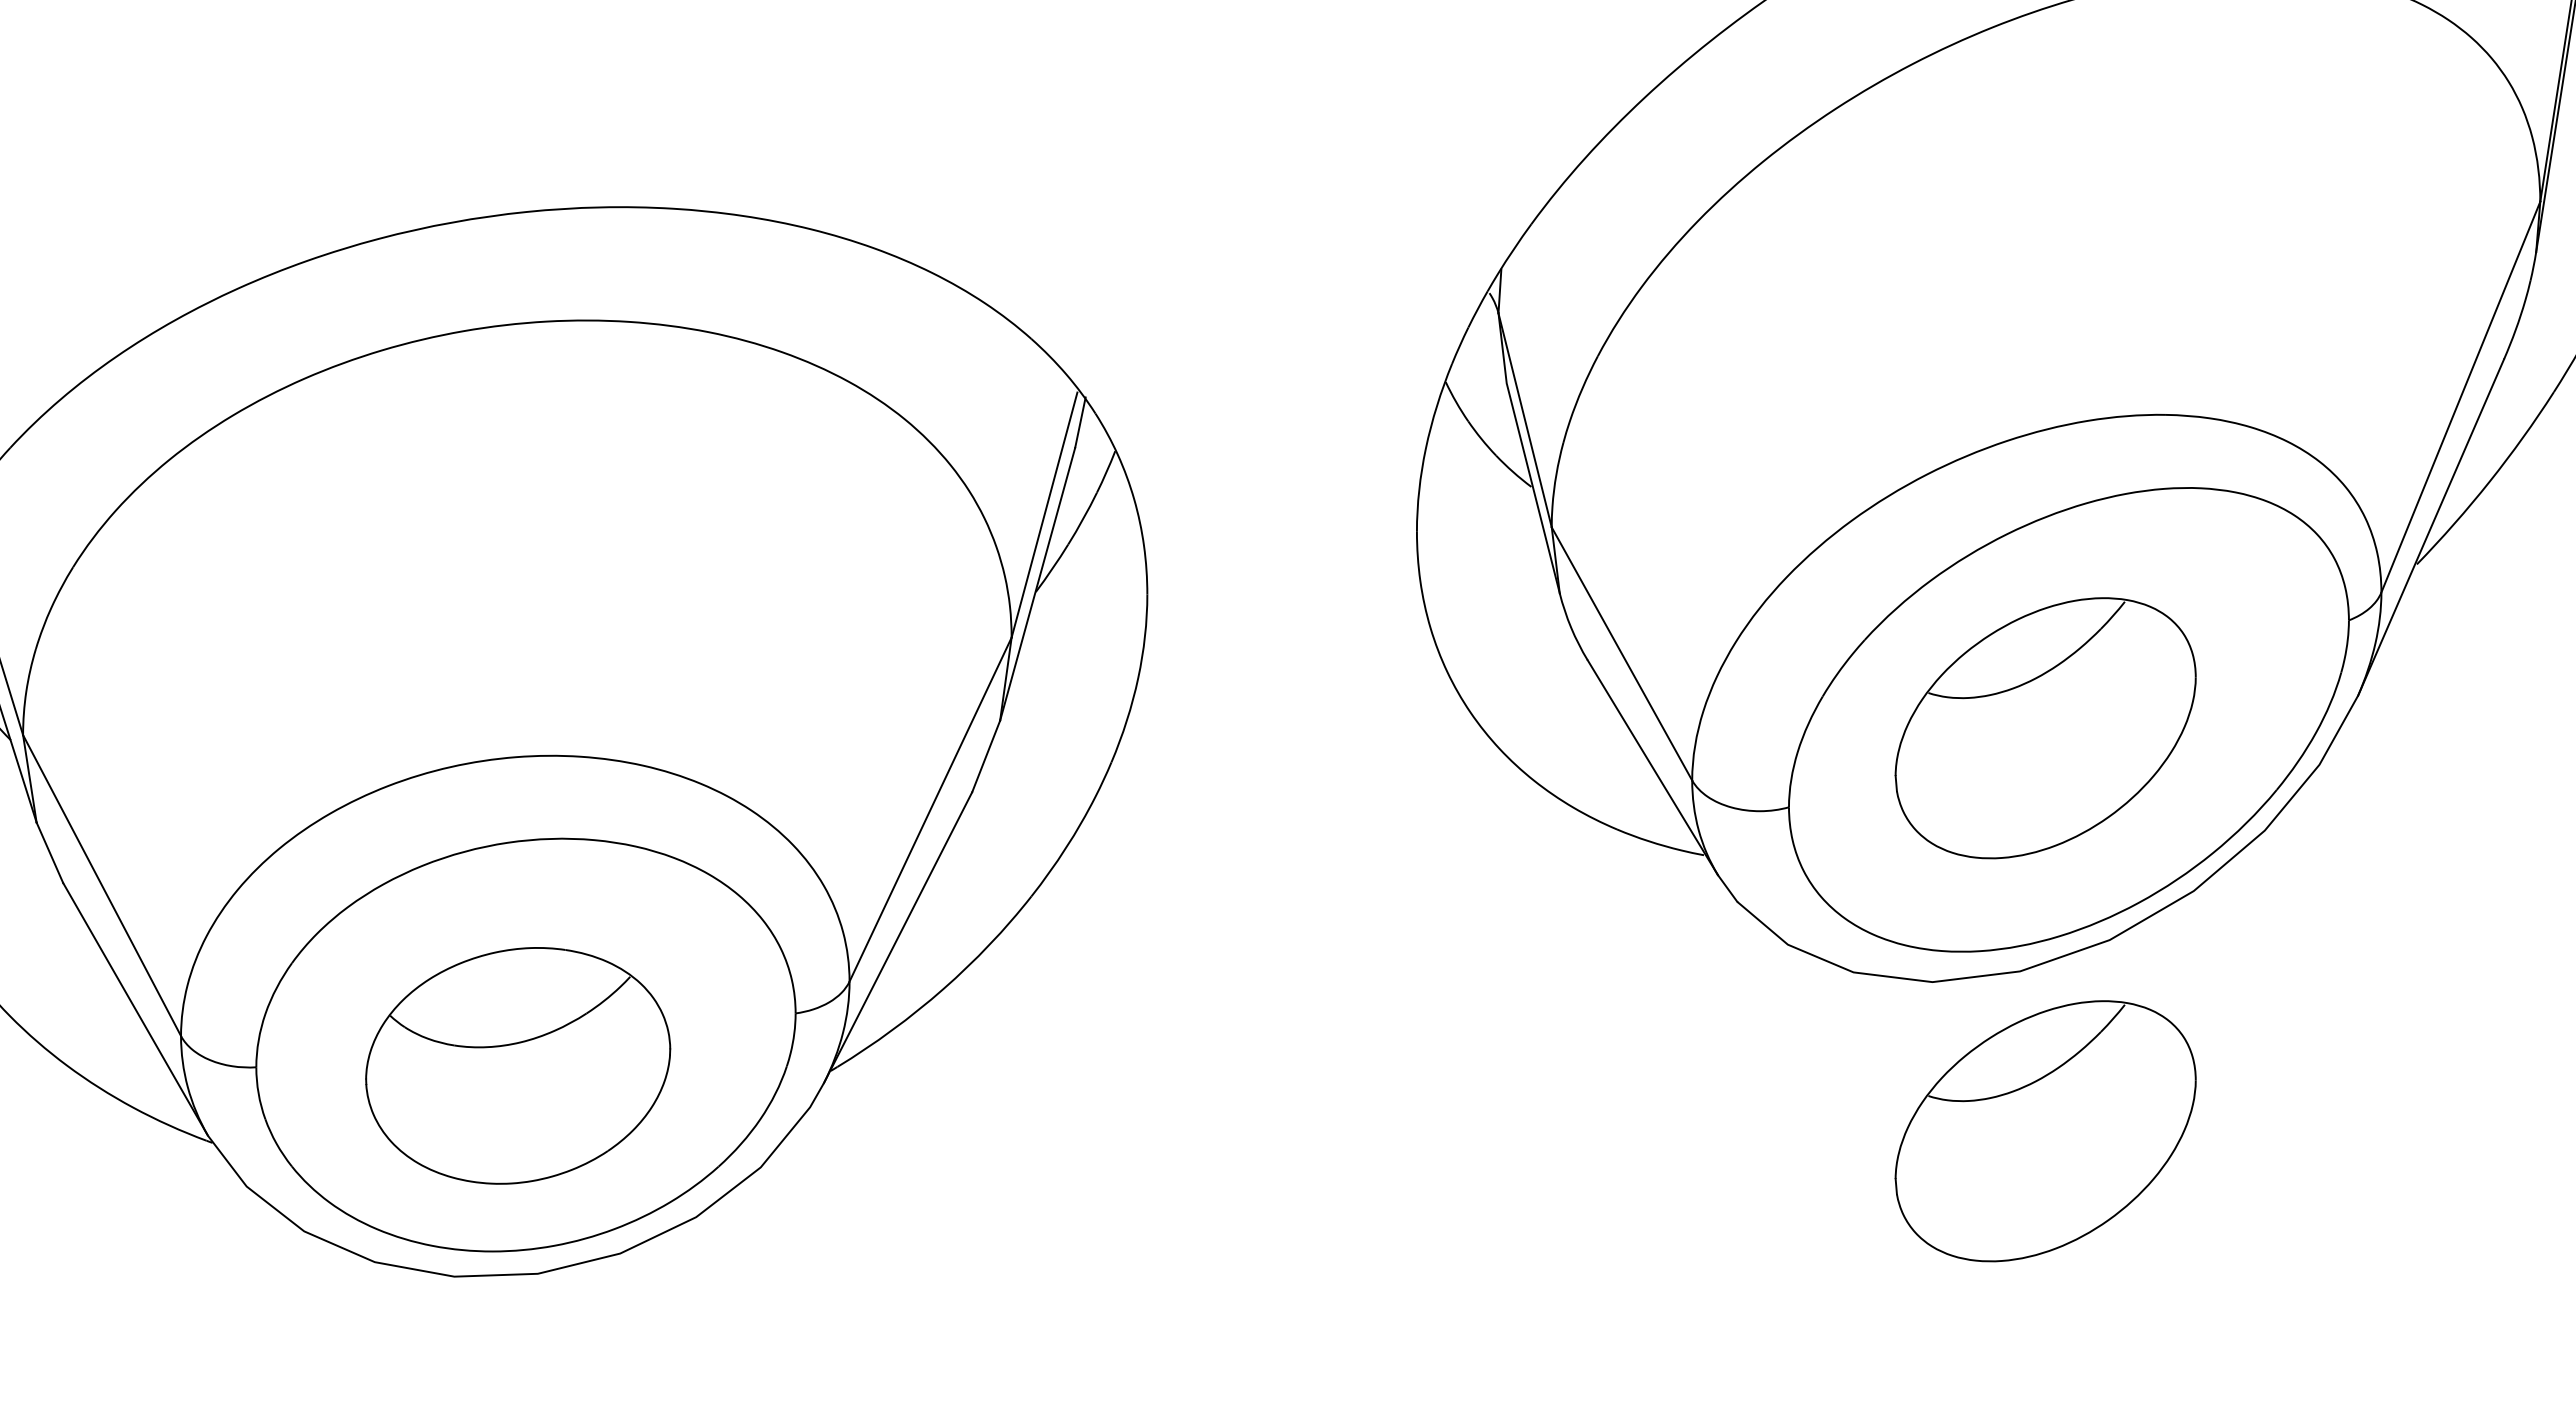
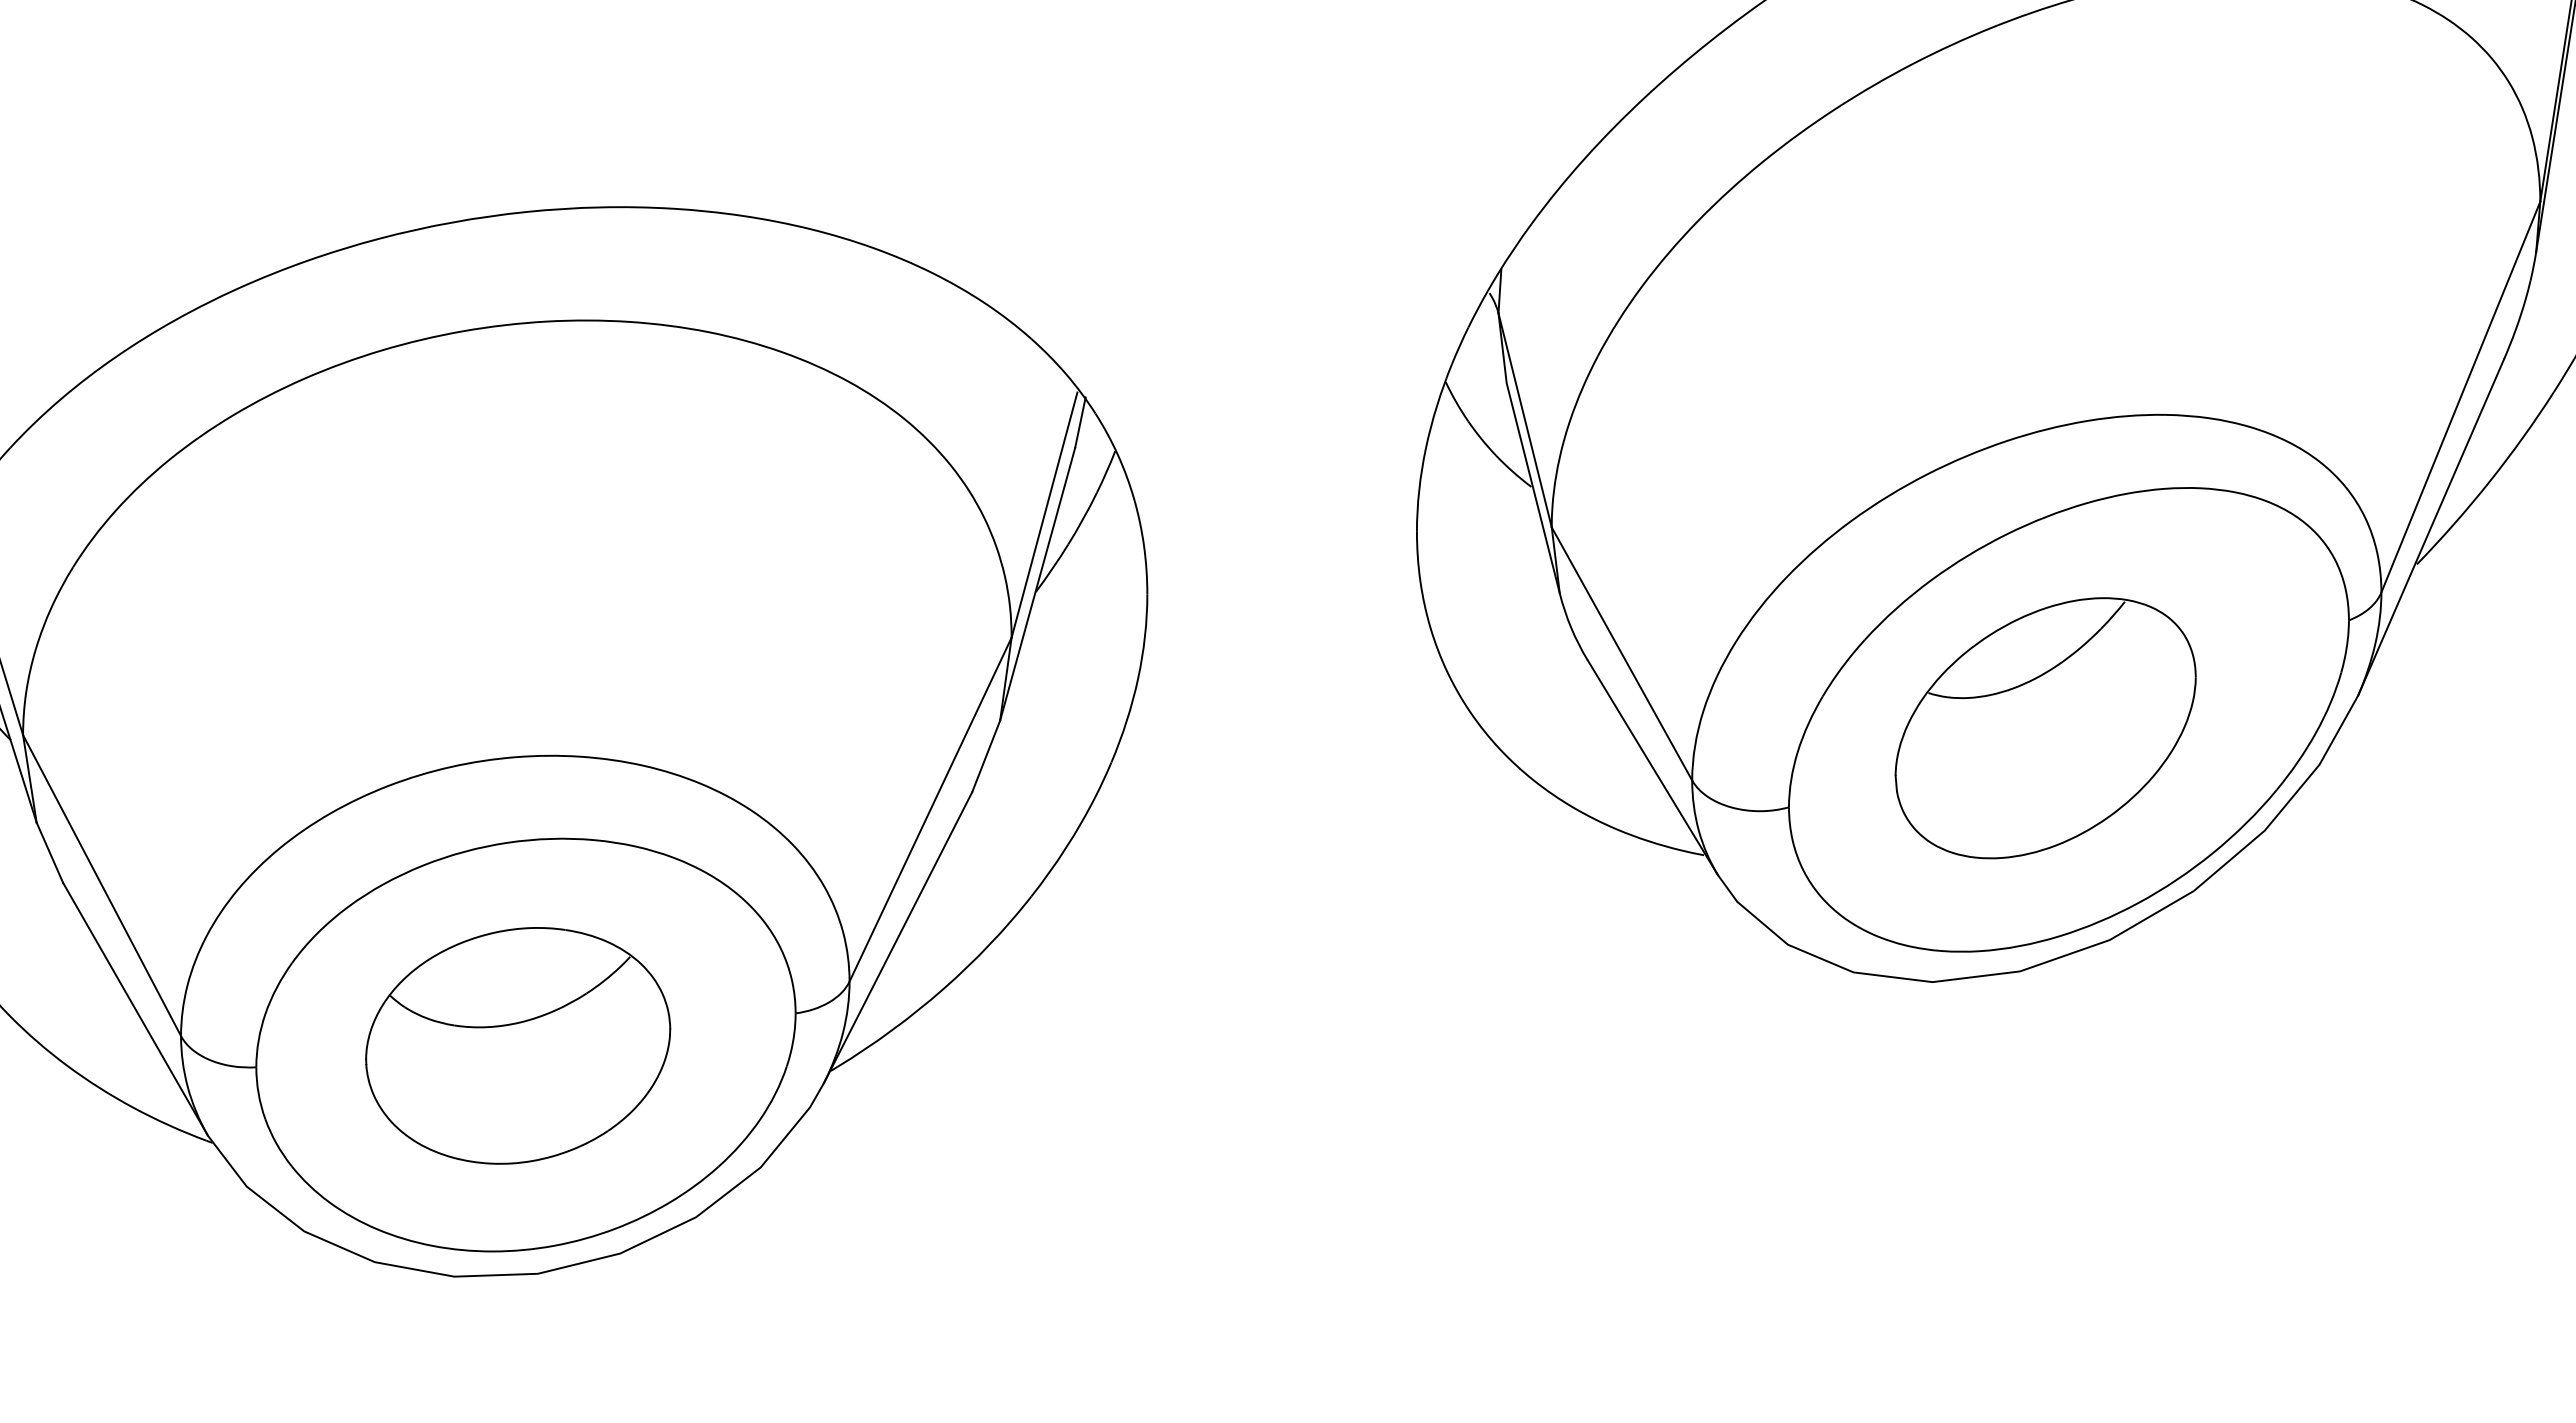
part at (518, 1065) position: (518, 1065) -> (518, 1045)
part at (2045, 1131): present -> none
